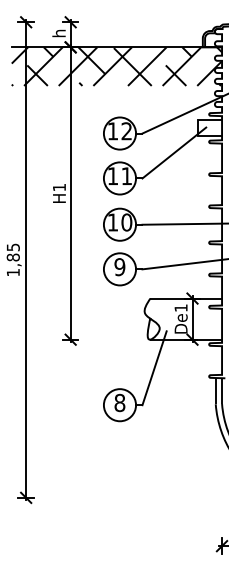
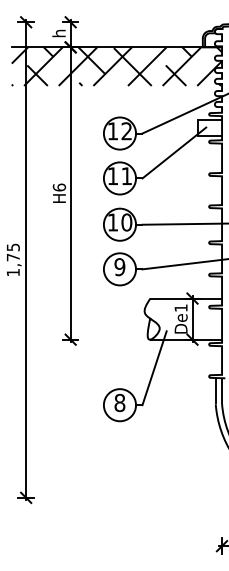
text at (59, 187): H1 -> H6
text at (12, 257): 1,85 -> 1,75
